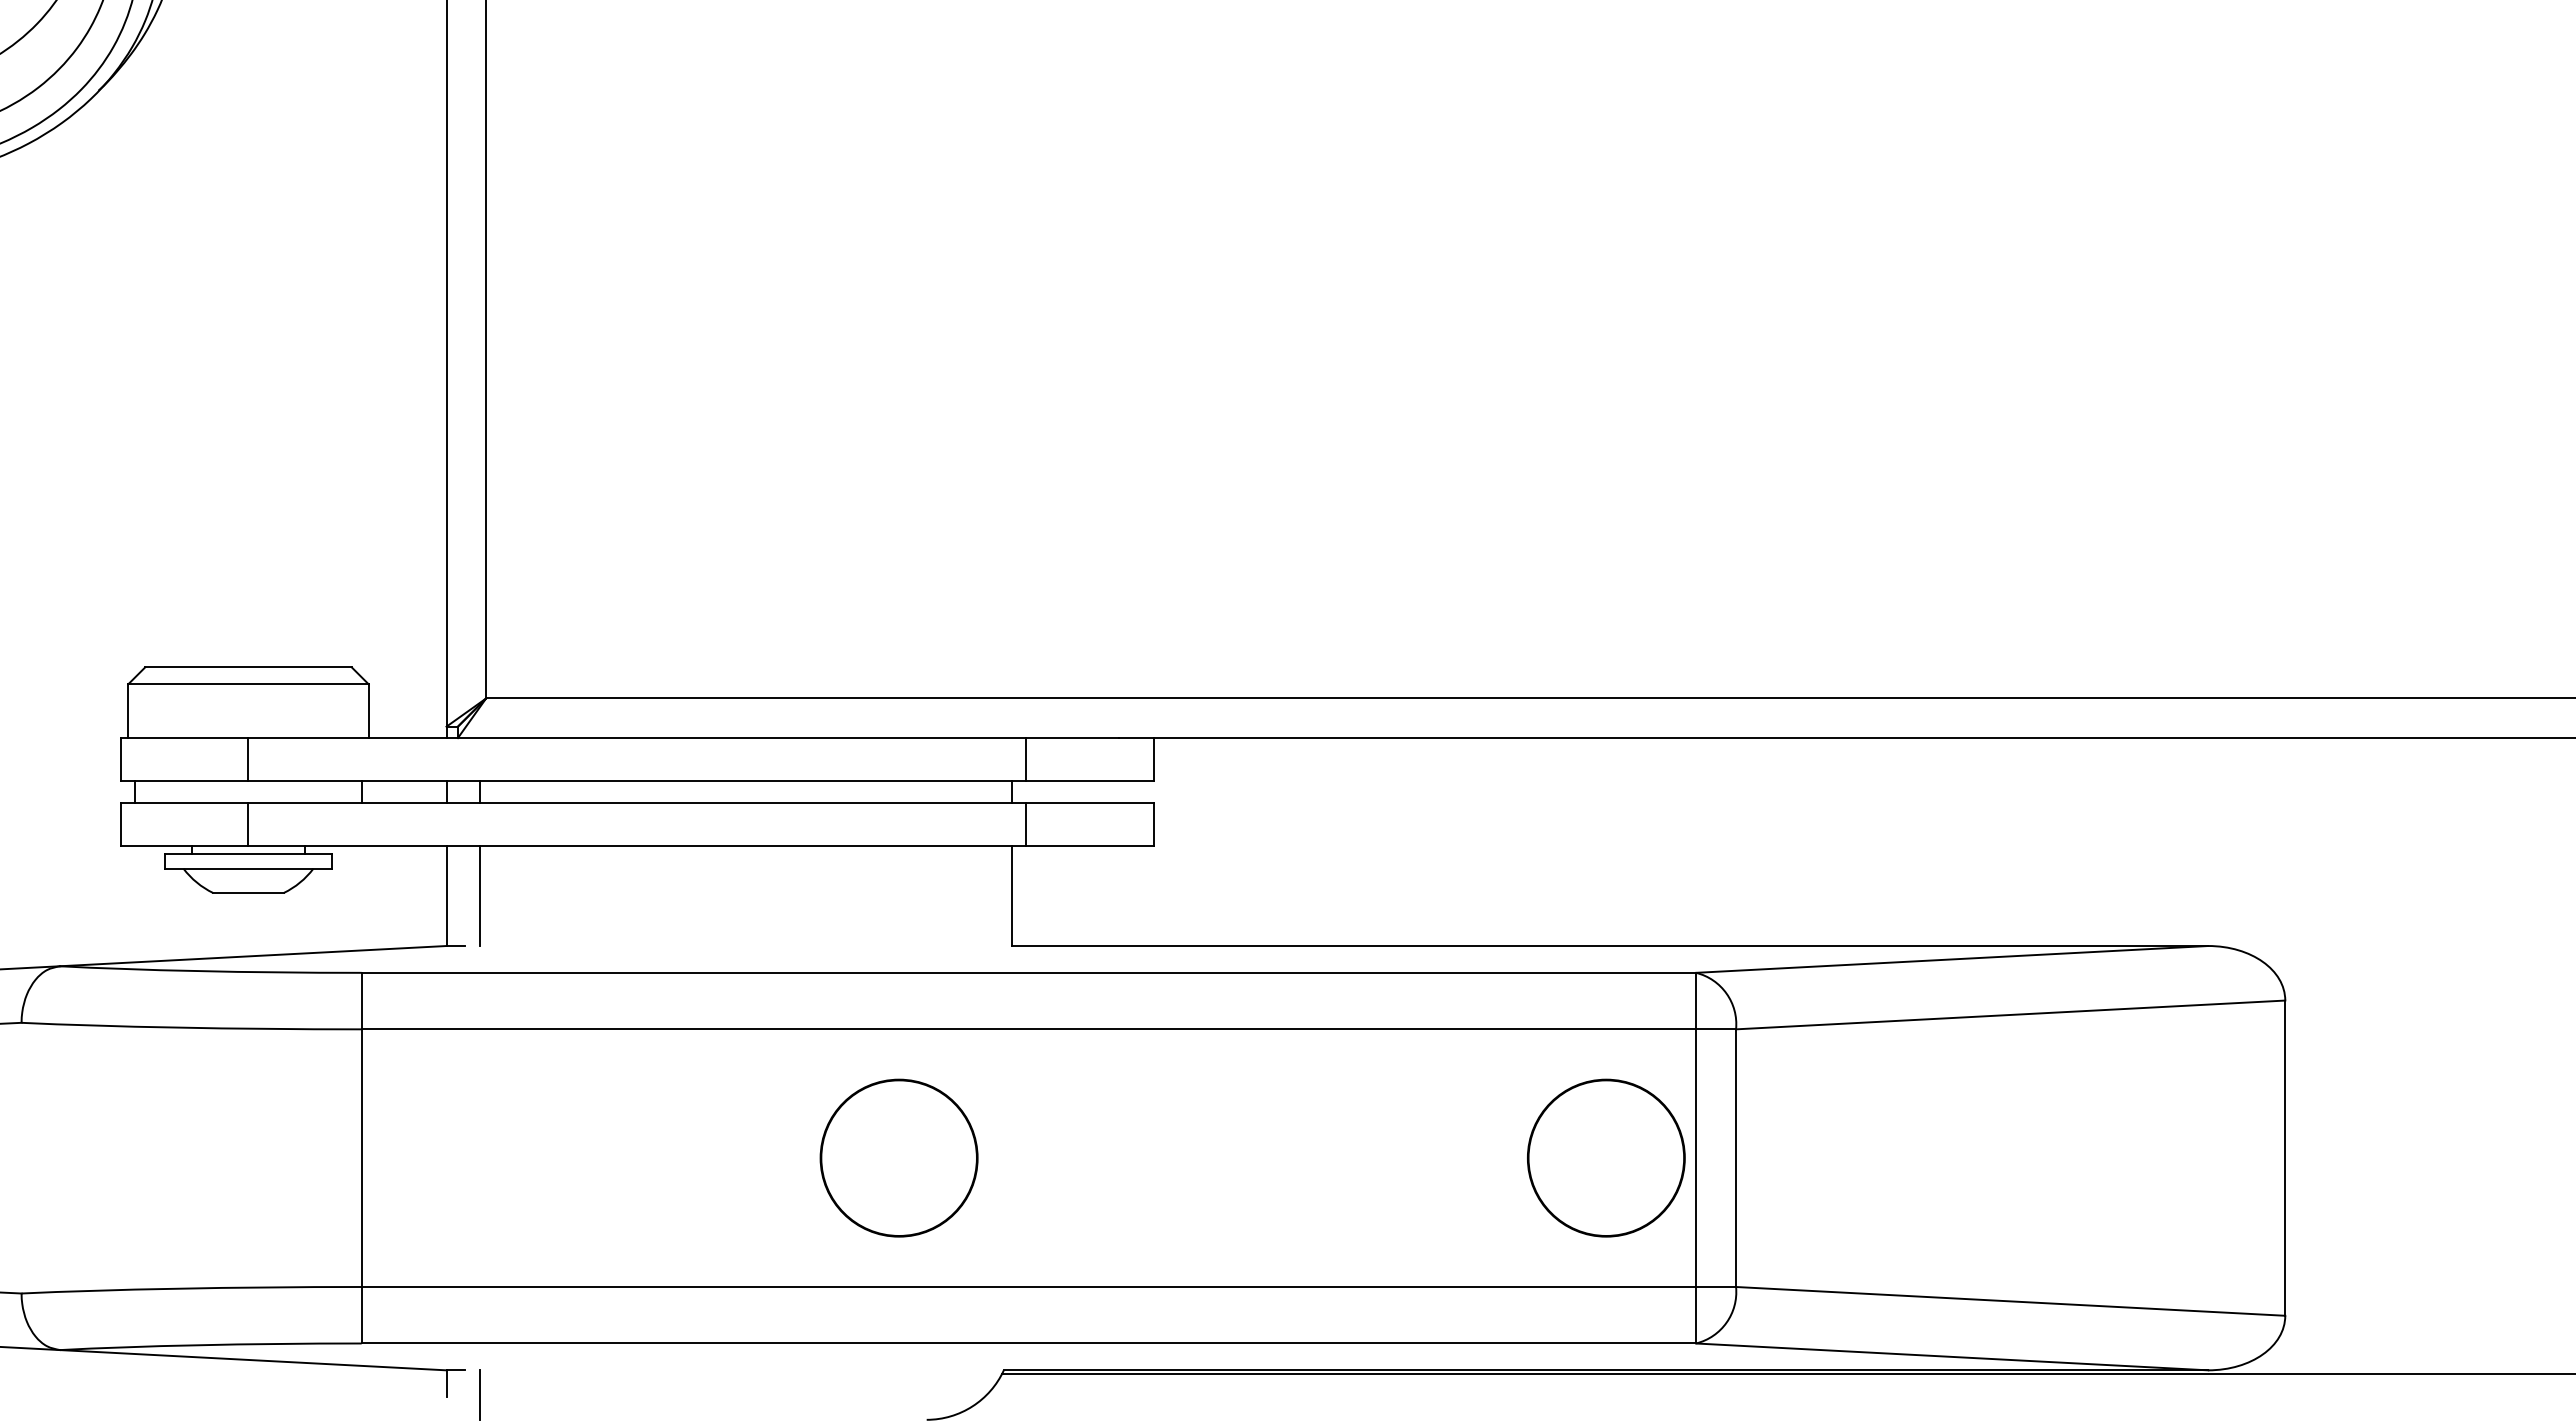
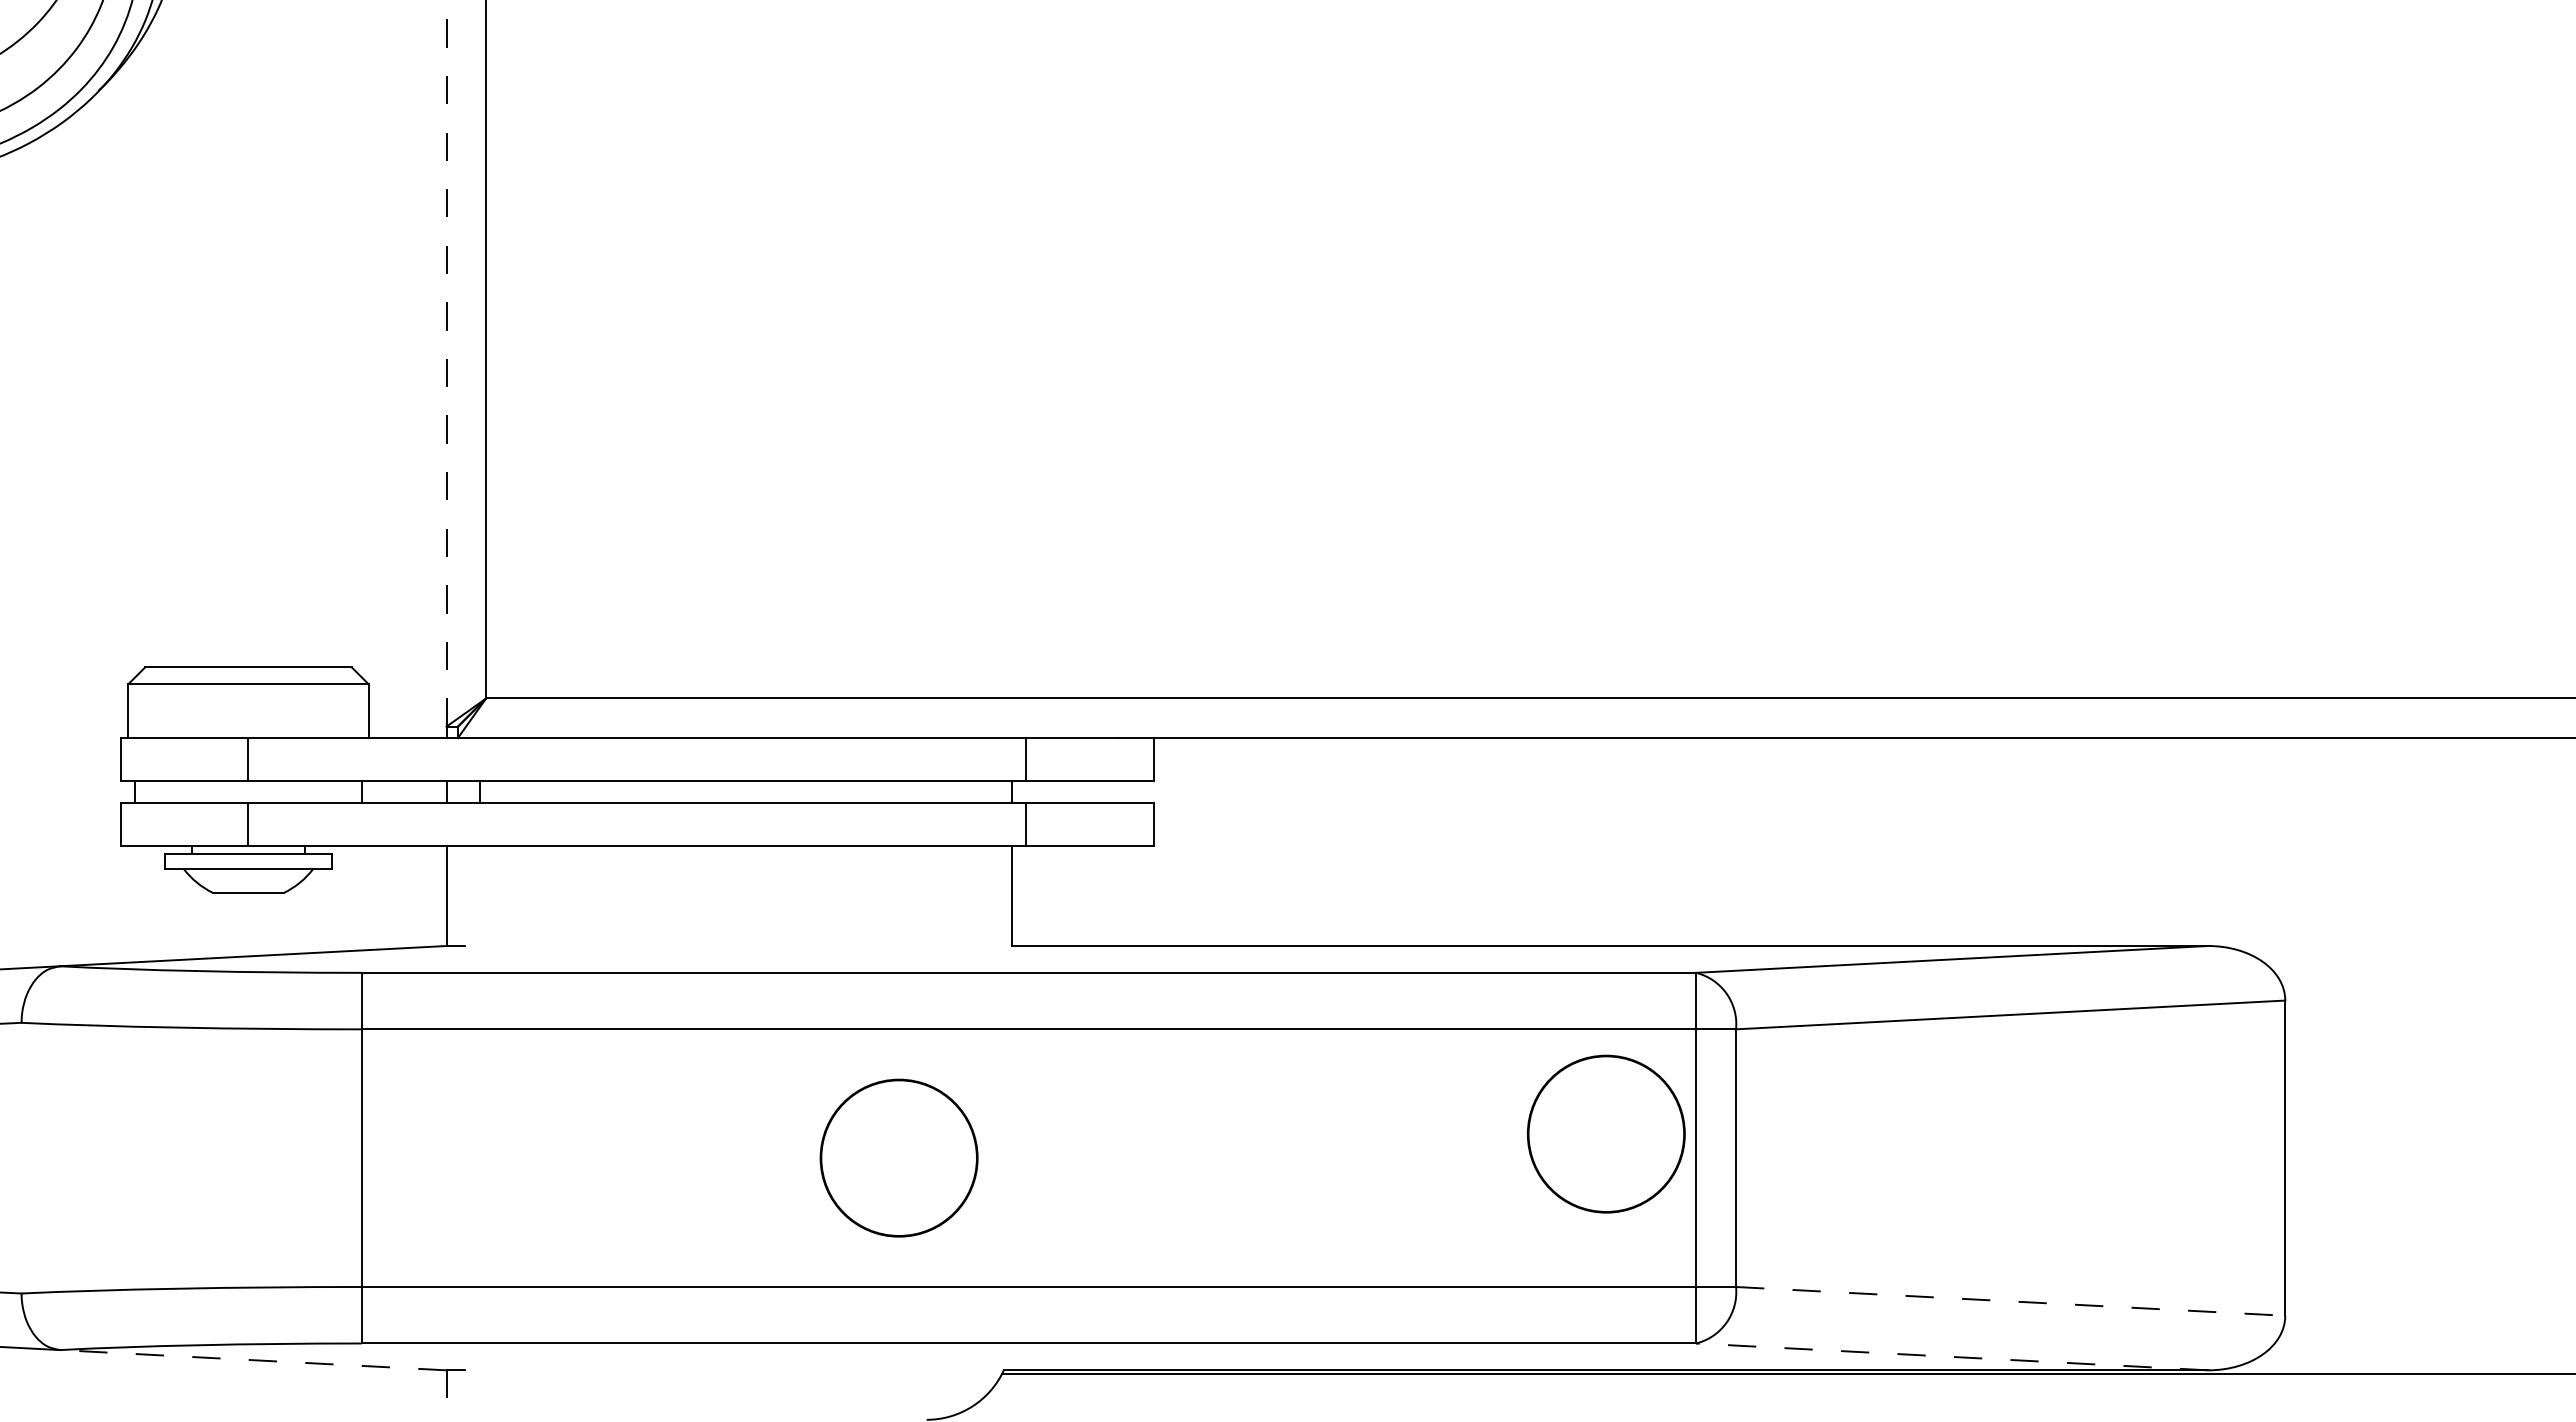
line at (446, 363): solid -> dashed
line at (480, 895): present -> none
circle at (1606, 1157) position: (1606, 1157) -> (1606, 1133)
line at (2010, 1301): solid -> dashed
line at (1951, 1356): solid -> dashed
line at (252, 1360): solid -> dashed
line at (480, 1394): present -> none
